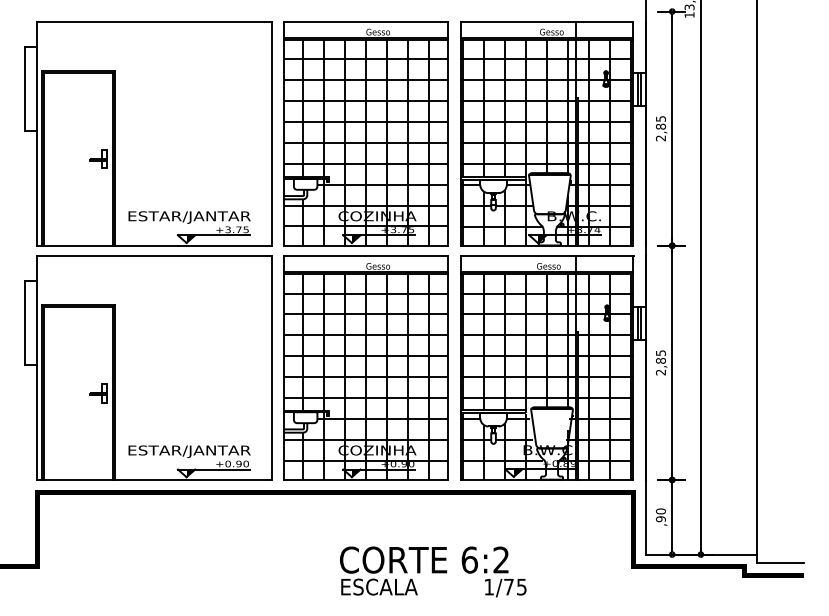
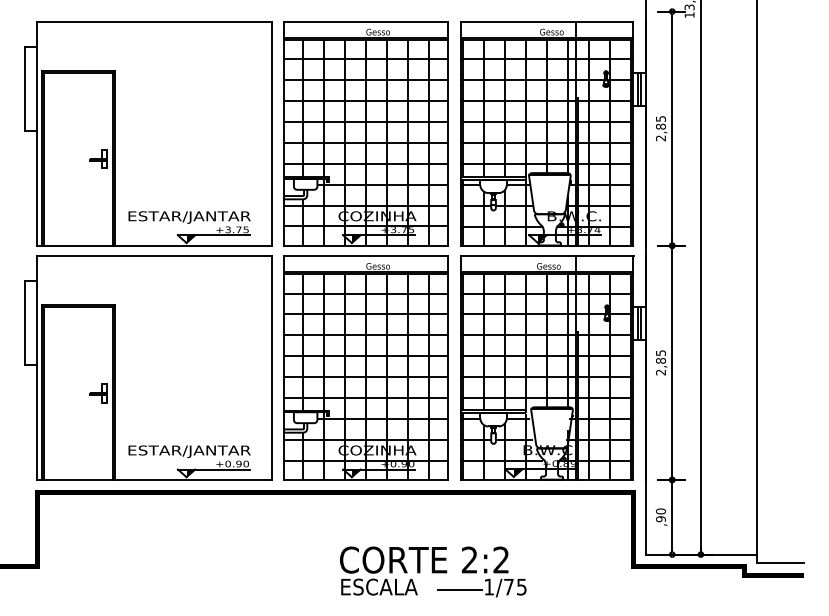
text at (469, 559): 6:2 -> 2:2
line at (459, 589): none -> present
